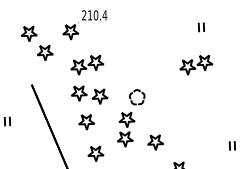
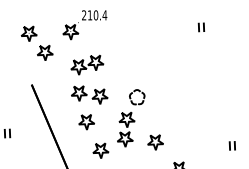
part at (196, 64): present -> none
part at (7, 121) position: (7, 121) -> (7, 133)
part at (95, 153) position: (95, 153) -> (100, 150)
